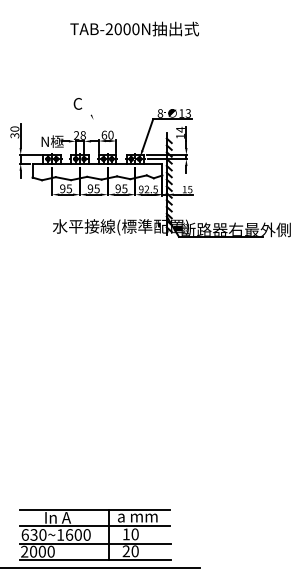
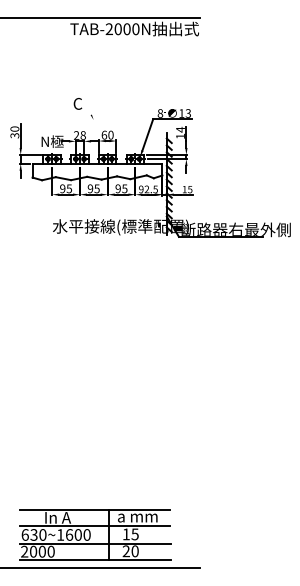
line at (100, 17): none -> present
text at (134, 534): 10 -> 15
